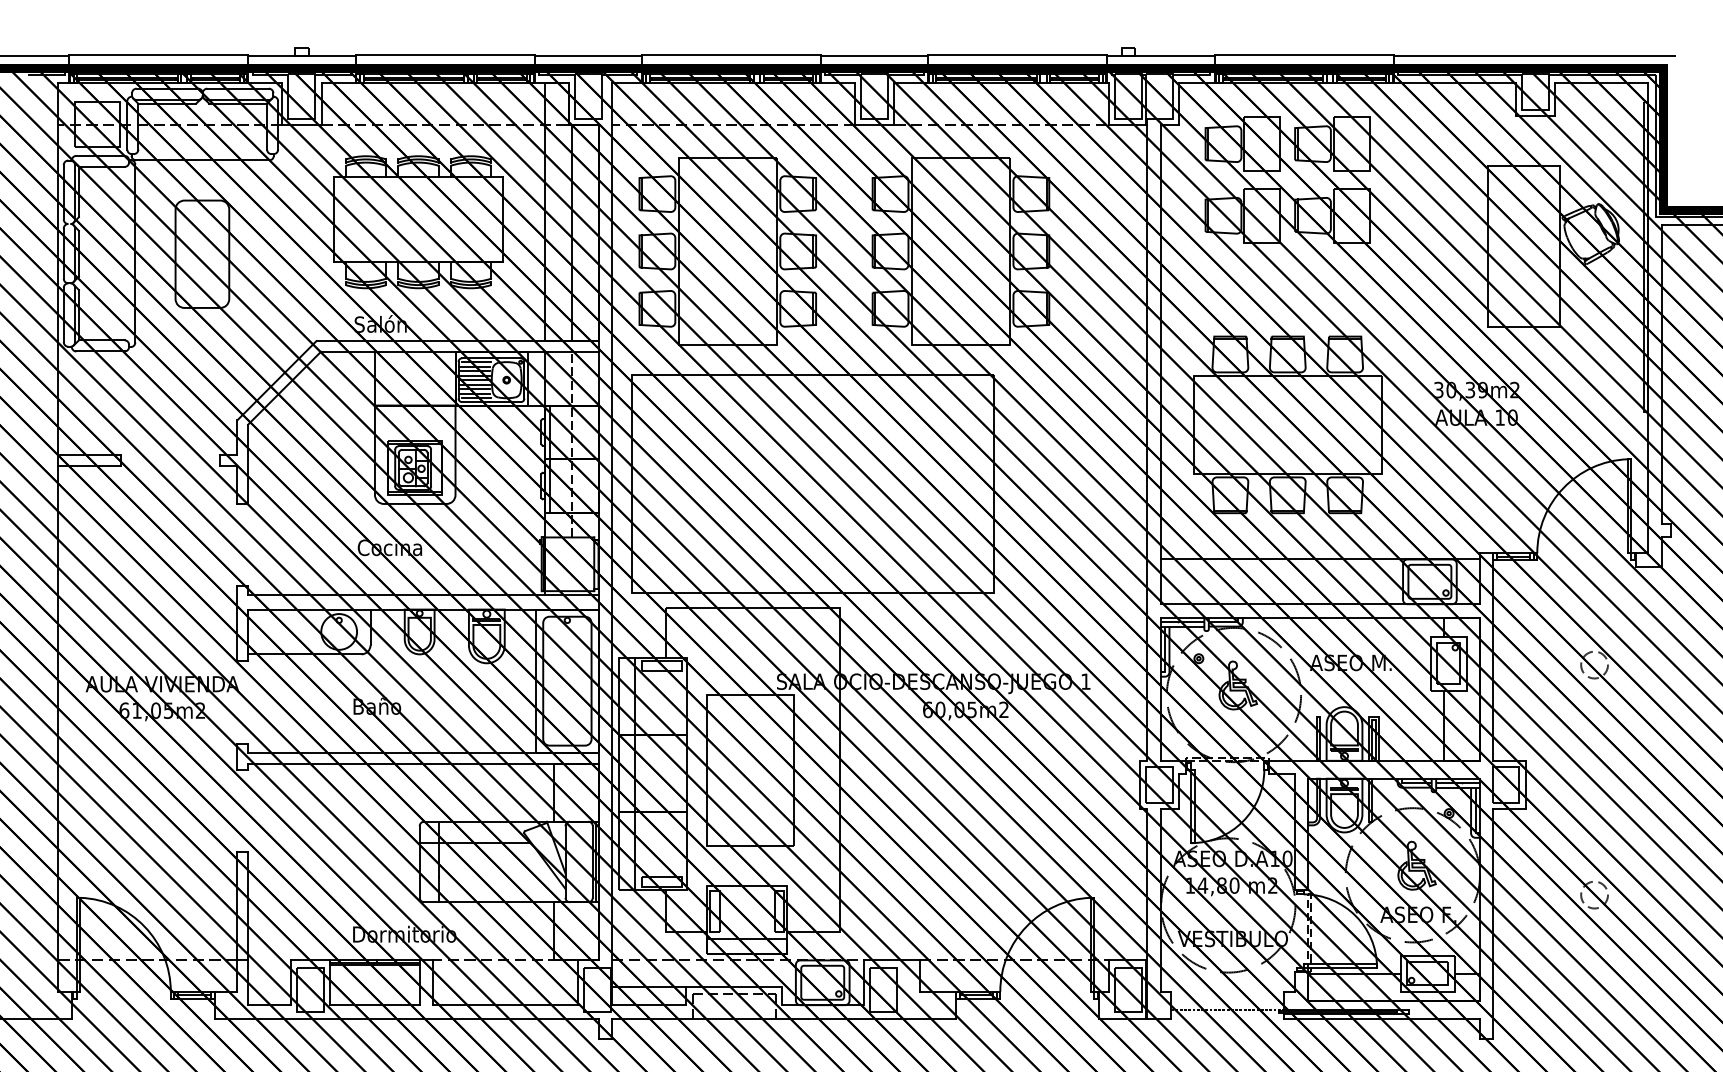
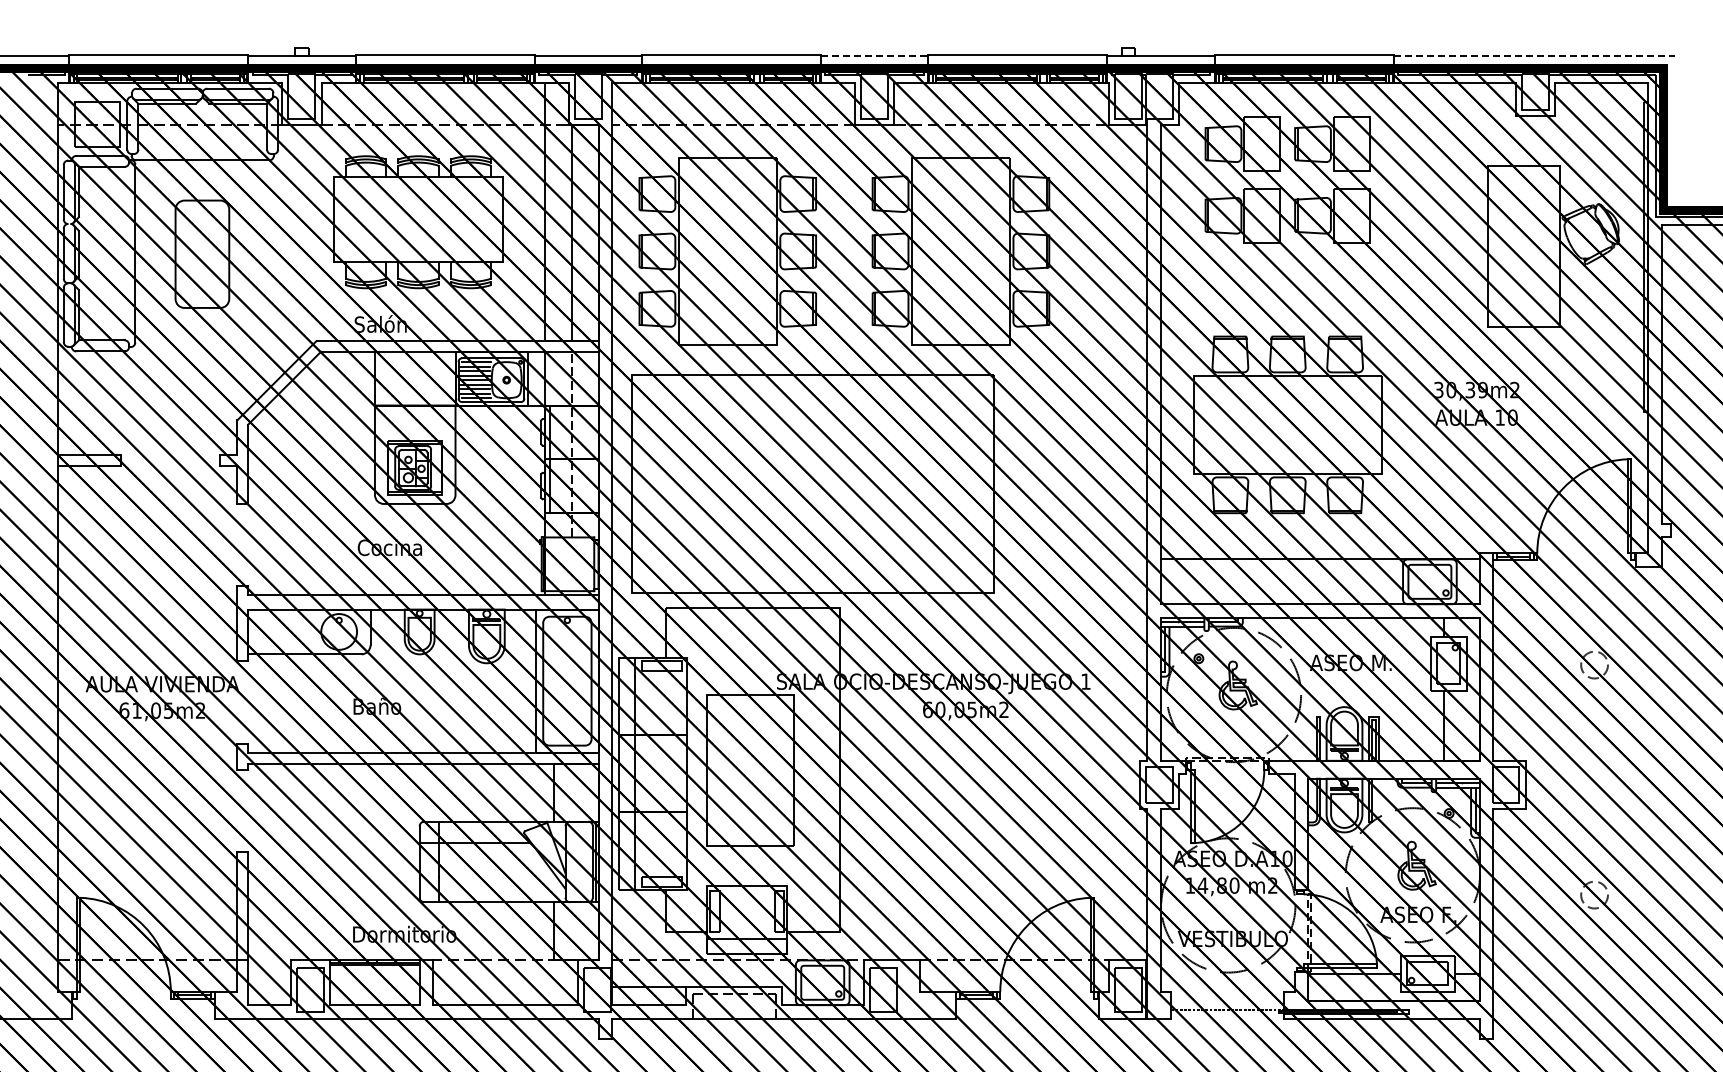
line at (874, 56): solid -> dashed
line at (1534, 56): solid -> dashed
